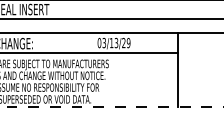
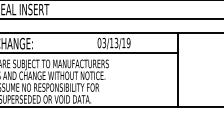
text at (123, 42): 03/13/29 -> 03/13/19
line at (111, 107): dashed -> solid
